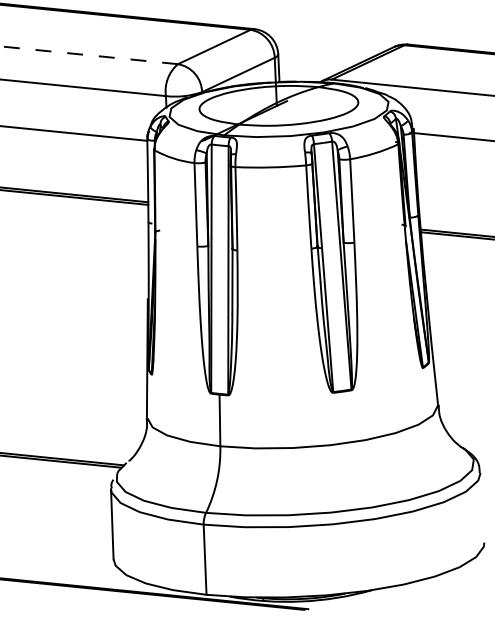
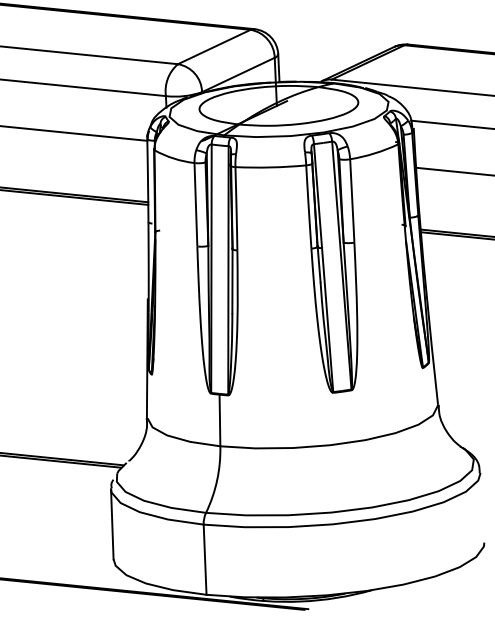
line at (88, 55): dashed -> solid
line at (450, 136) position: (450, 136) -> (451, 124)
line at (453, 171): none -> present
